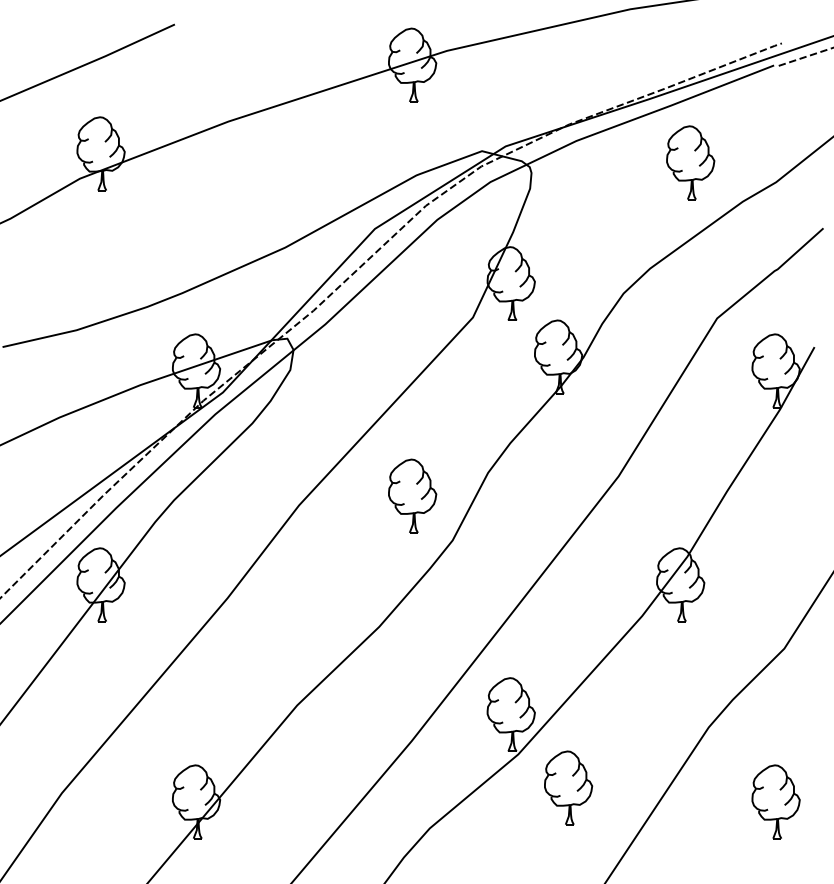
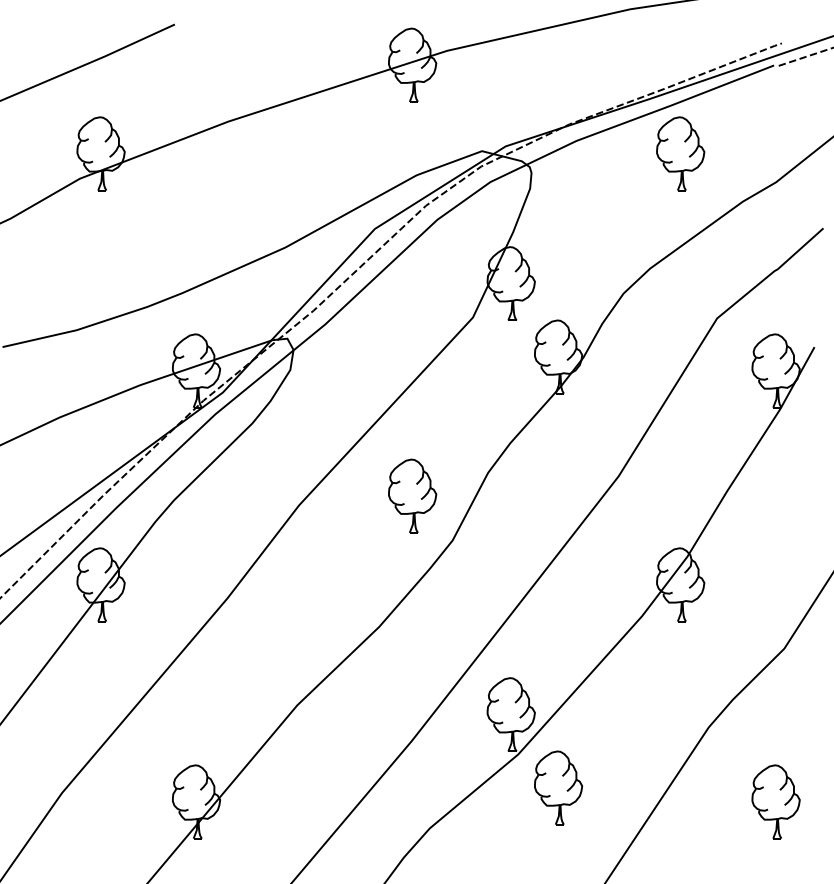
part at (690, 162) position: (690, 162) -> (680, 153)
part at (568, 787) position: (568, 787) -> (558, 787)
